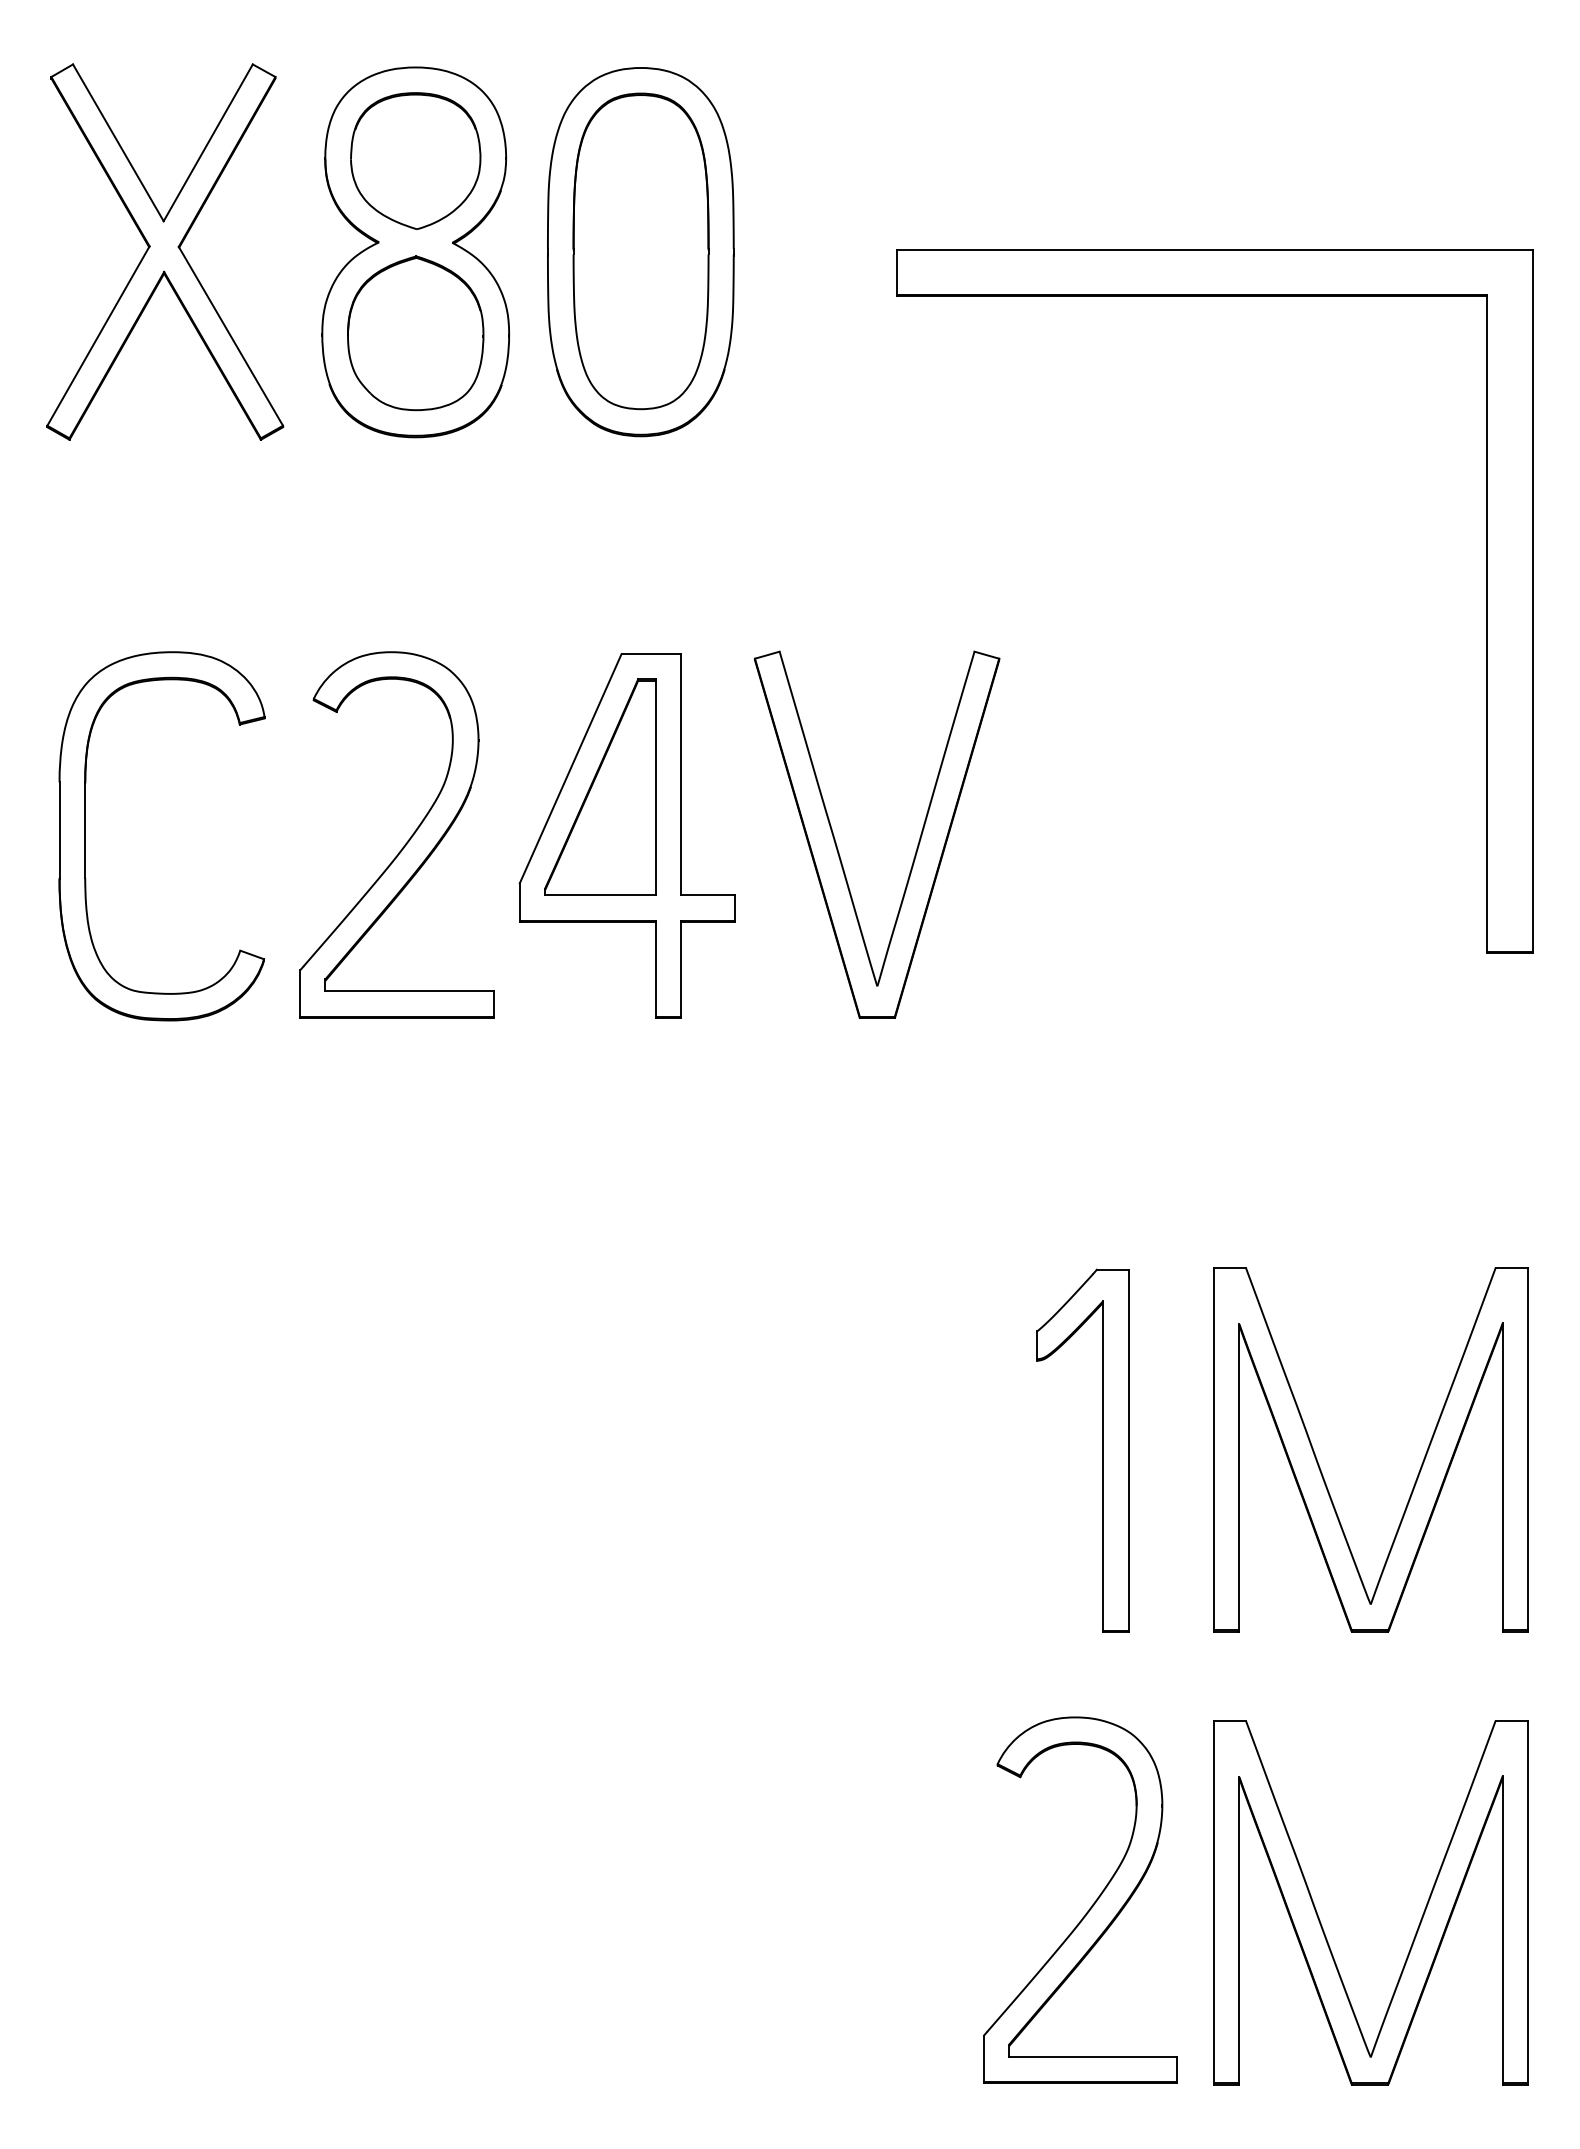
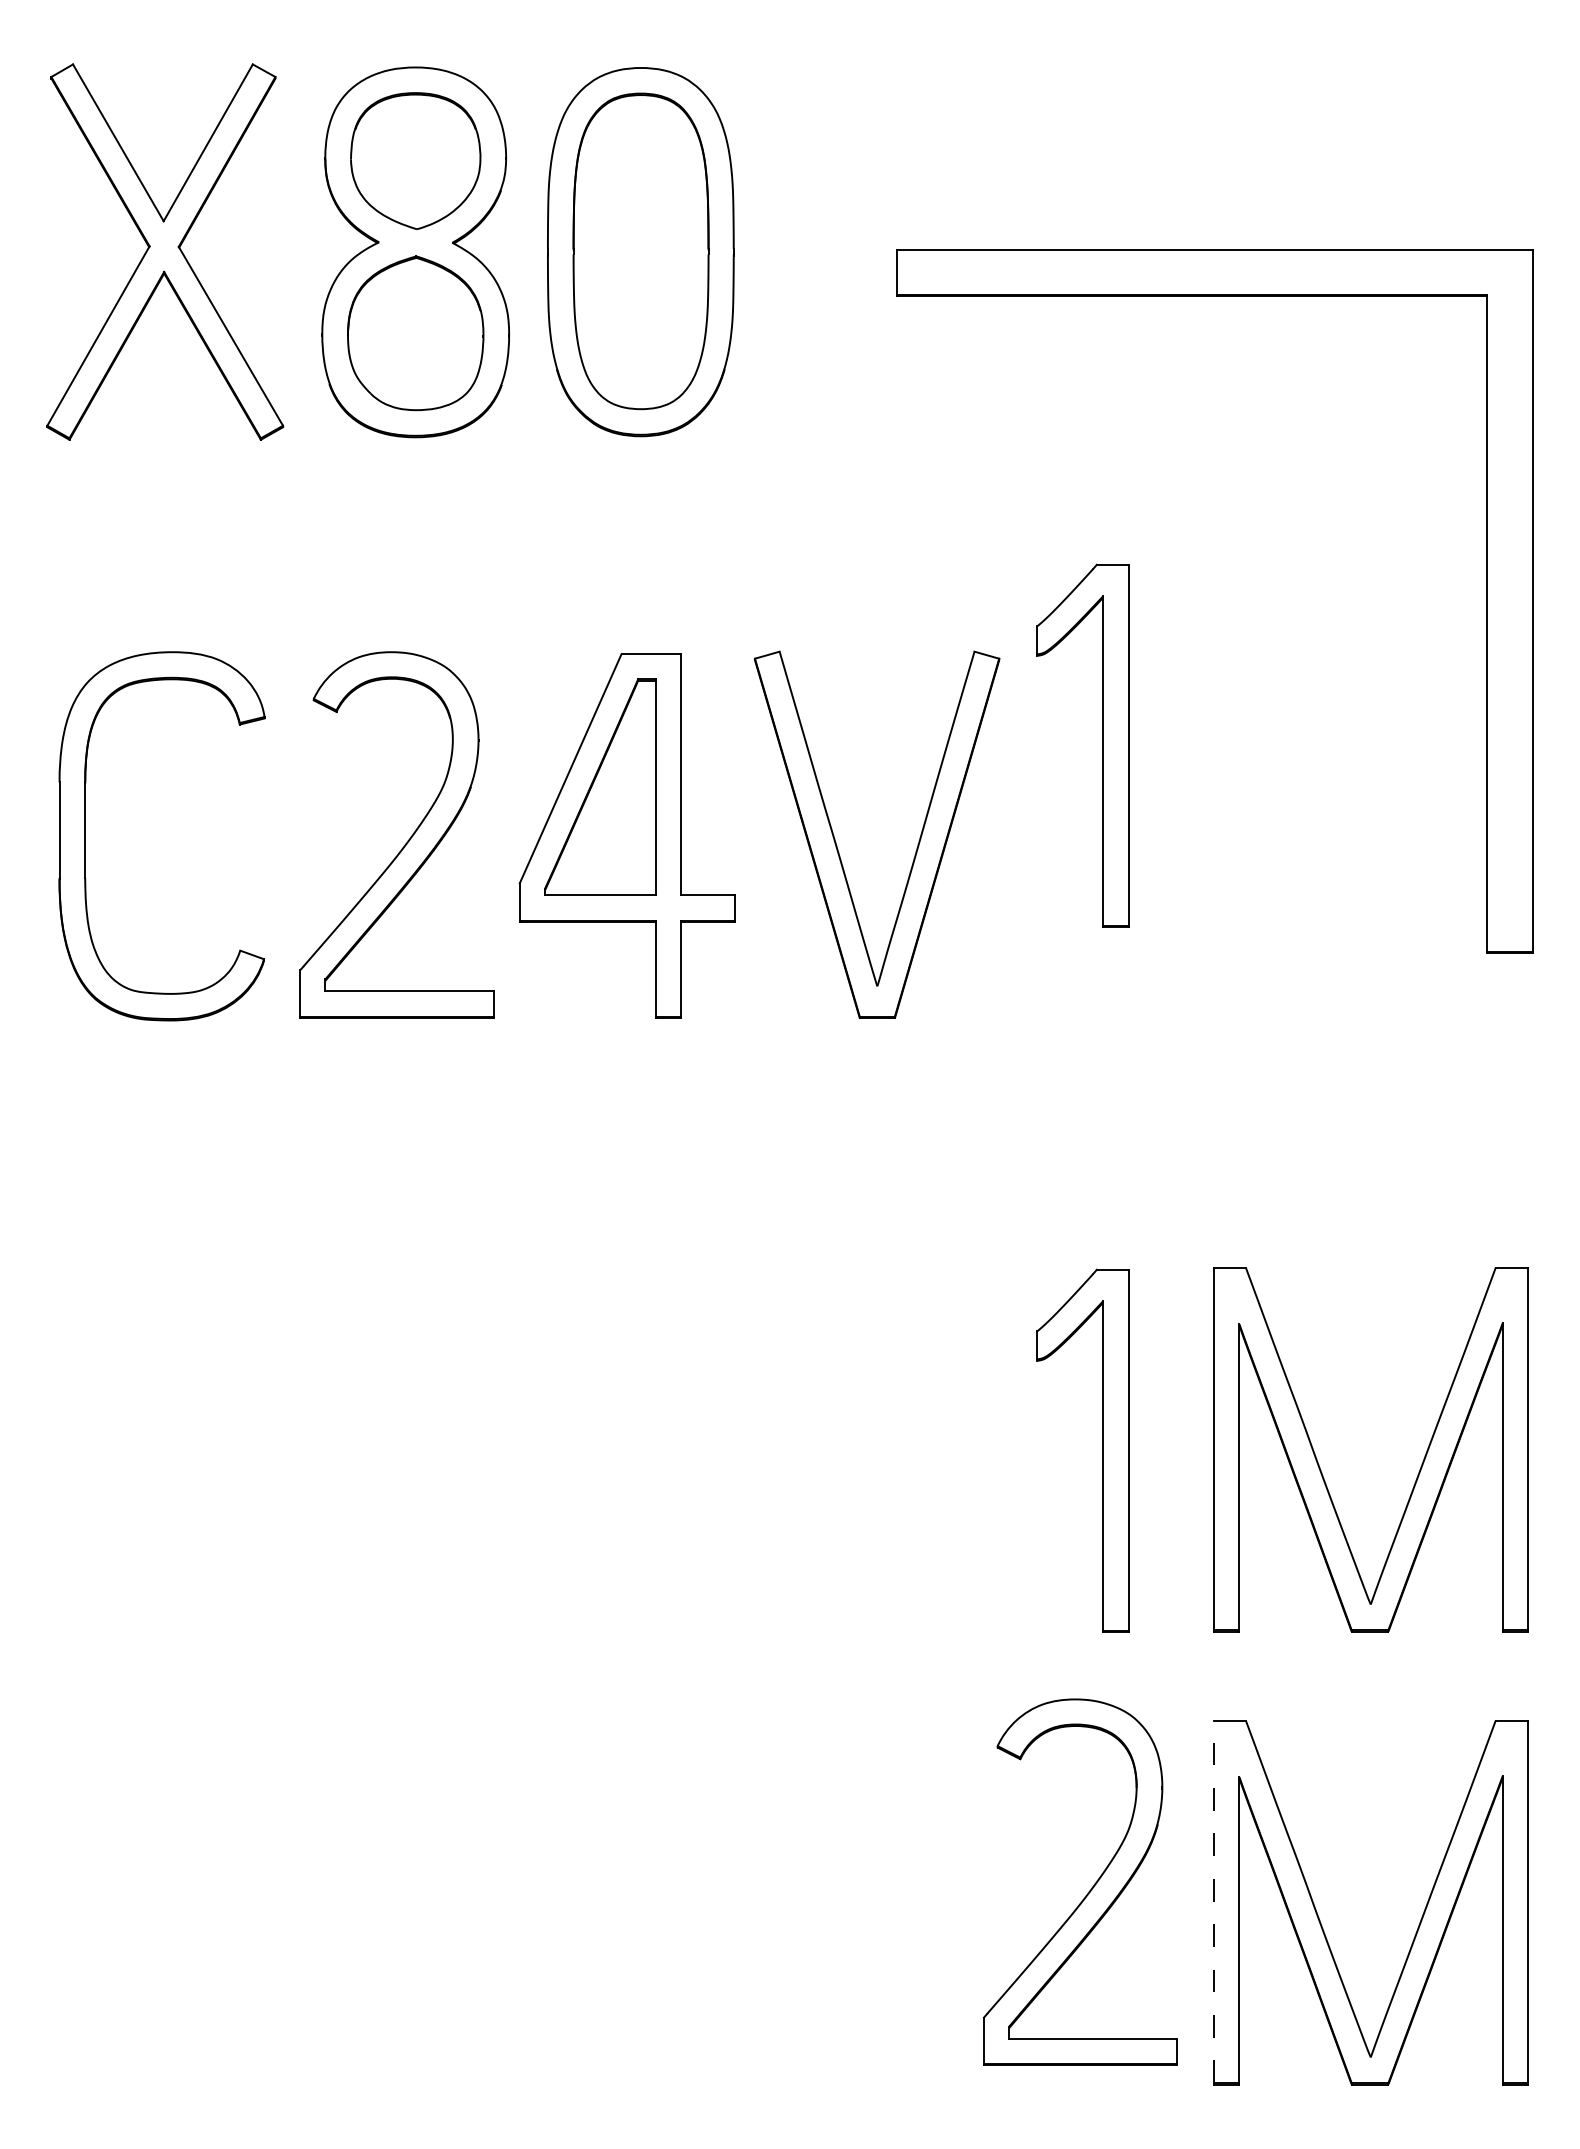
part at (1102, 745): none -> present
line at (1213, 1901): solid -> dashed
part at (1091, 1905) position: (1091, 1905) -> (1091, 1887)
